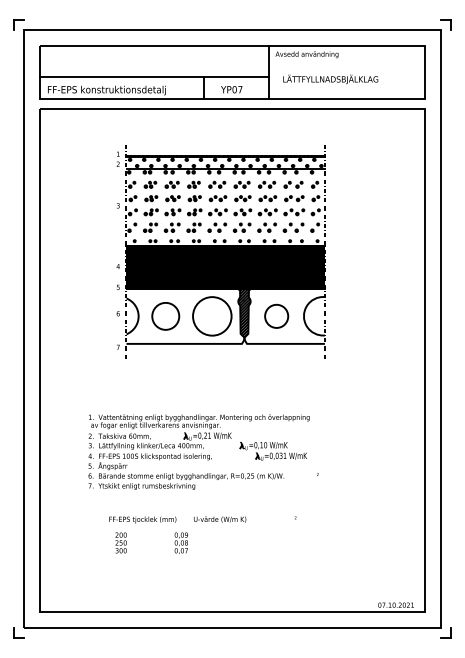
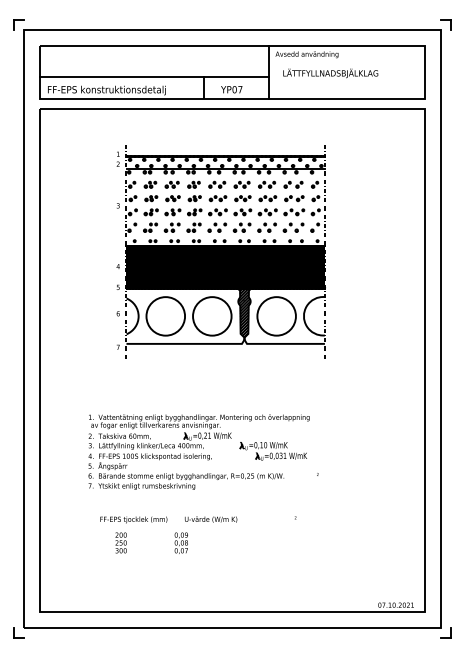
text at (330, 79) position: (330, 79) -> (330, 73)
circle at (165, 315) diameter: 27 px -> 39 px
circle at (276, 315) diameter: 23 px -> 39 px
text at (177, 519) position: (177, 519) -> (168, 519)
